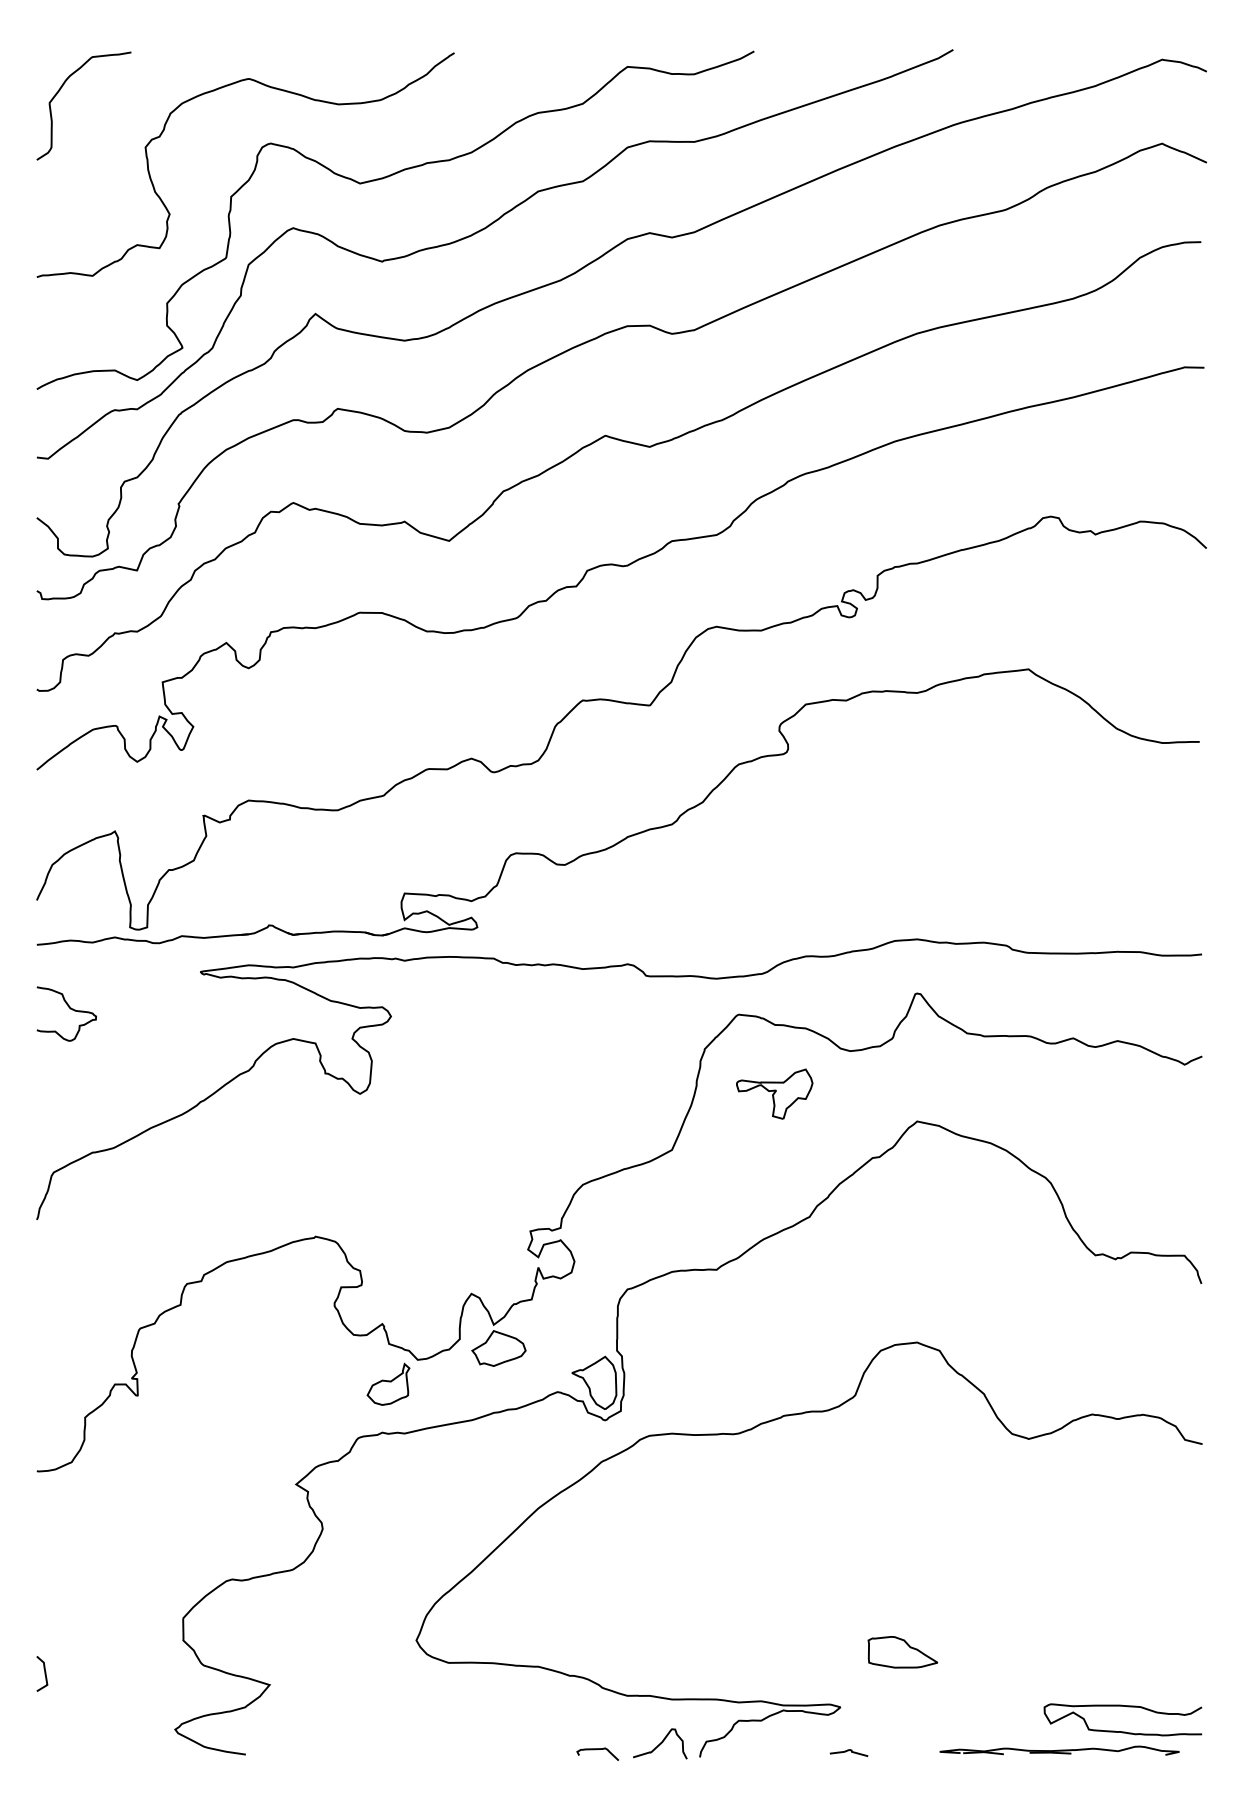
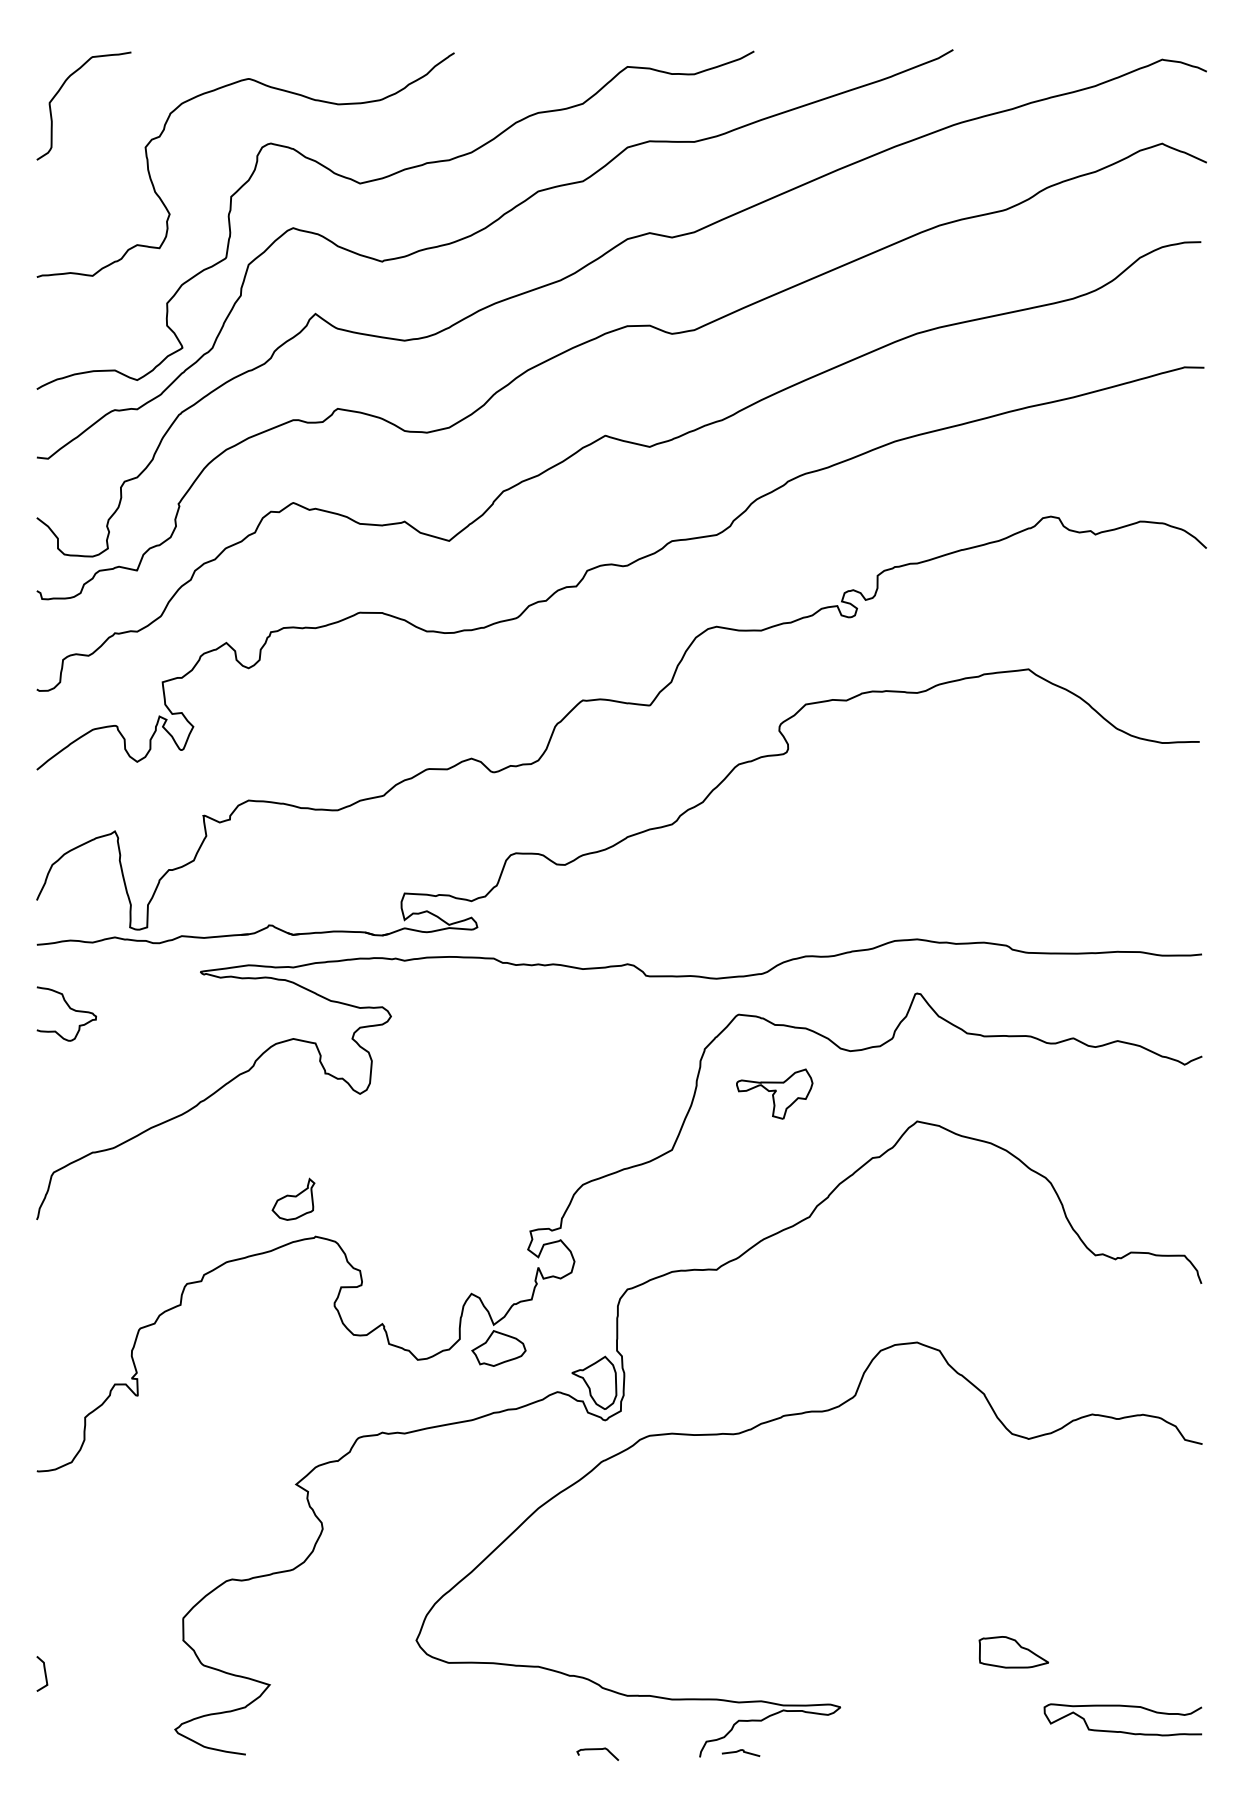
part at (388, 1383) position: (388, 1383) -> (293, 1198)
part at (902, 1652) position: (902, 1652) -> (1013, 1652)
curve at (660, 1743): present -> none
part at (1059, 1750): present -> none
curve at (848, 1751) position: (848, 1751) -> (740, 1751)
